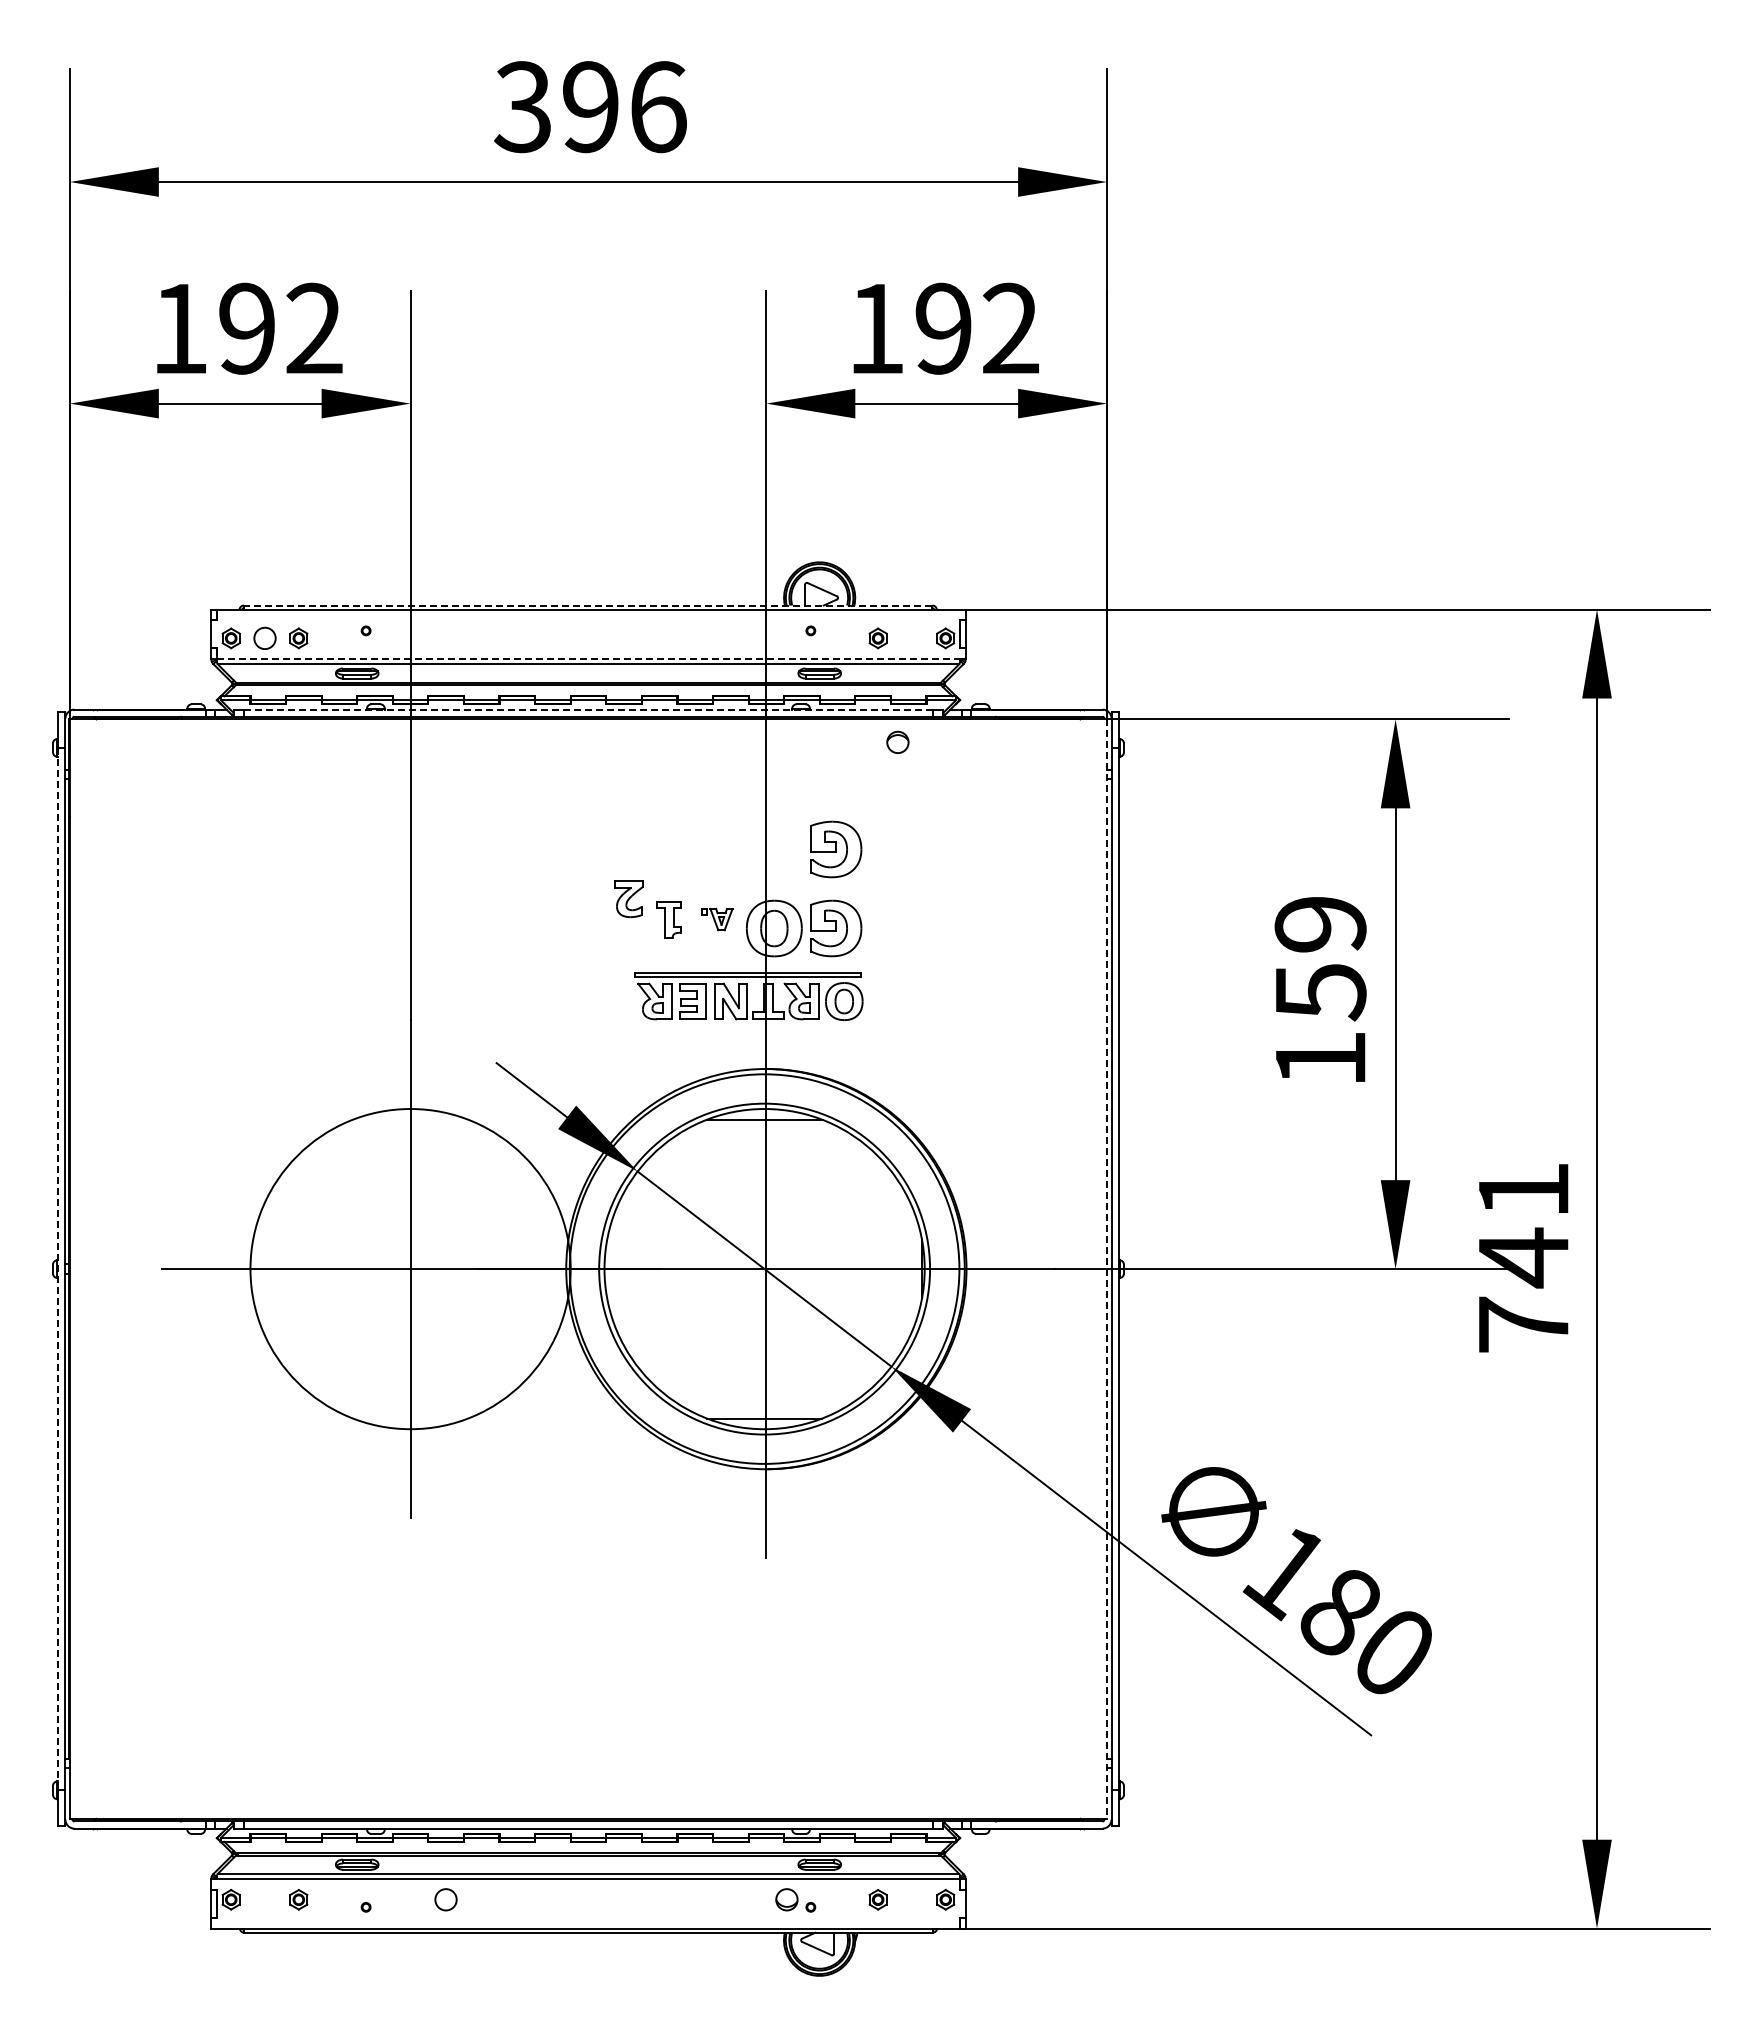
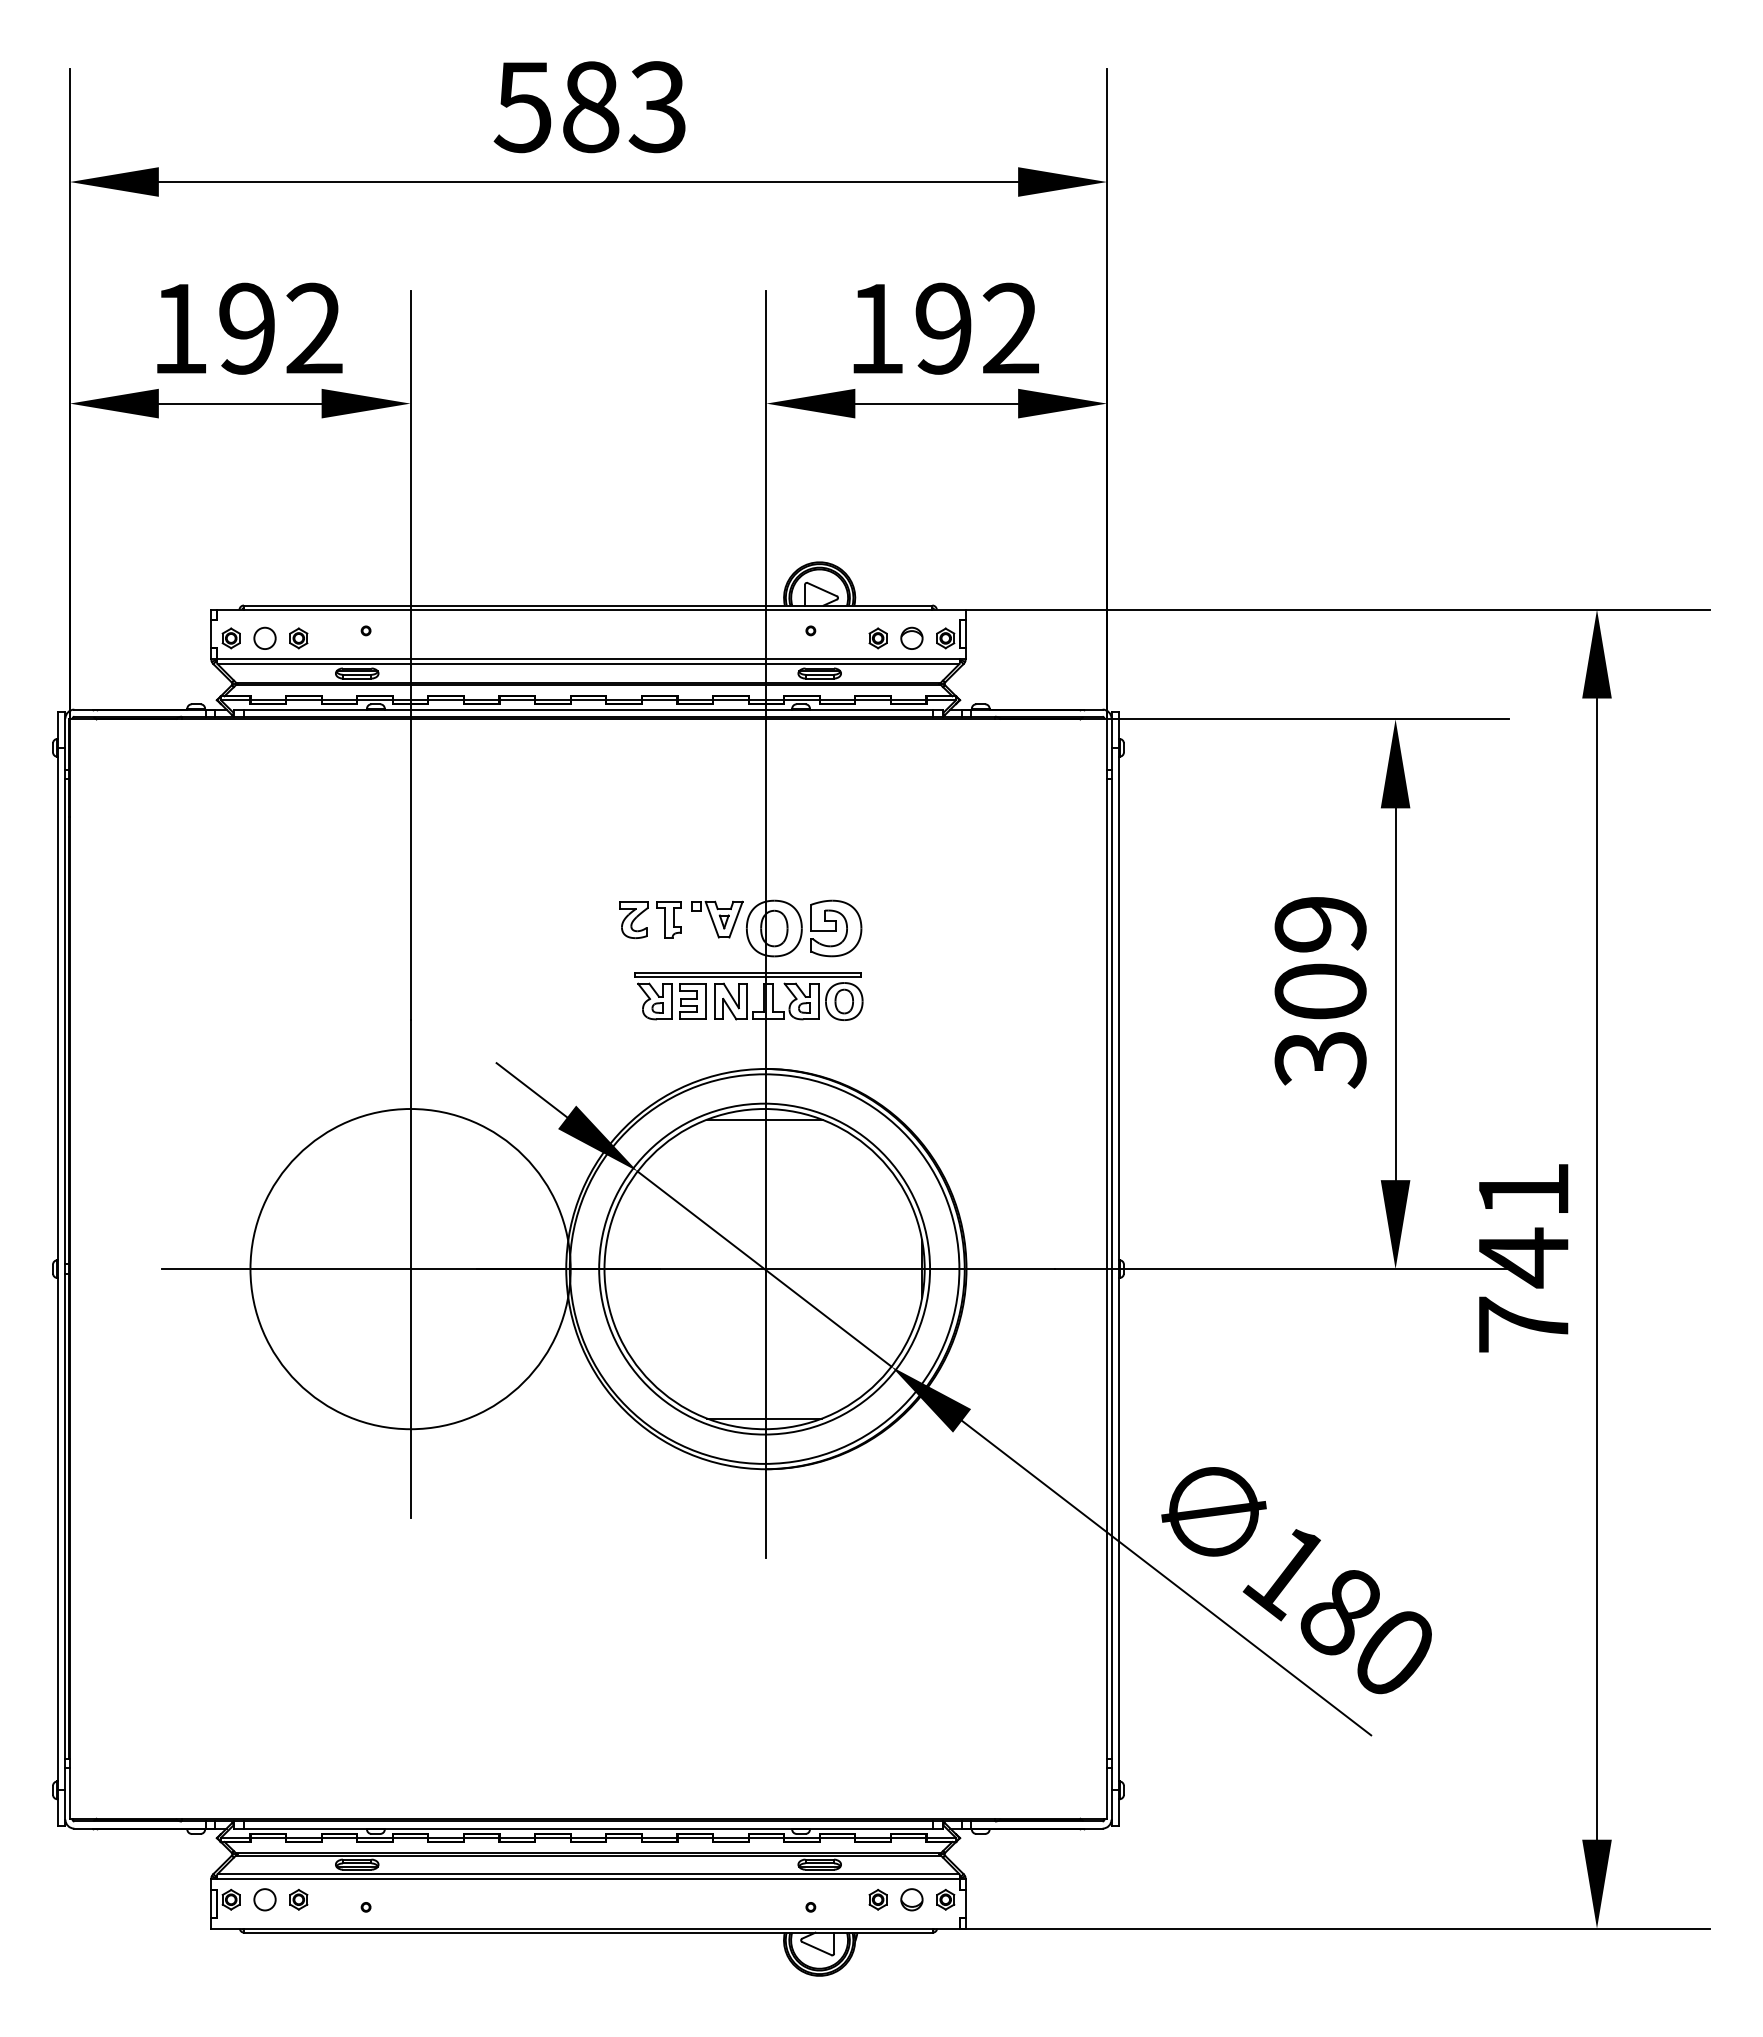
text at (589, 107): 396 -> 583
line at (587, 605): dashed -> solid
line at (588, 659): dashed -> solid
line at (587, 709): dashed -> solid
part at (897, 741) position: (897, 741) -> (911, 637)
part at (836, 849): present -> none
part at (628, 898) position: (628, 898) -> (633, 919)
part at (717, 919) size: 33x25 px -> 53x39 px
text at (1320, 1025): 159 -> 309
line at (58, 1269): dashed -> solid
line at (1107, 1269): dashed -> solid
circle at (445, 1899) position: (445, 1899) -> (264, 1899)
part at (786, 1899) position: (786, 1899) -> (911, 1899)
